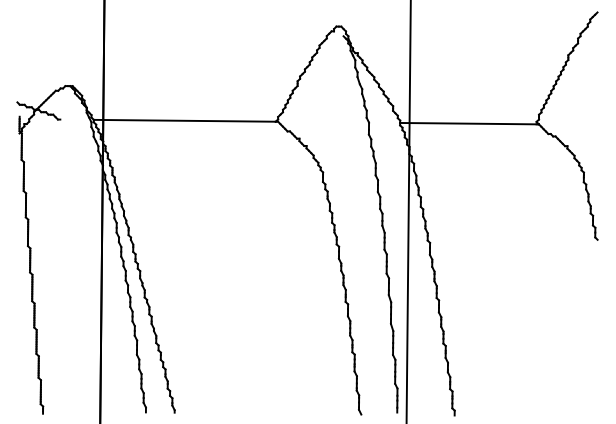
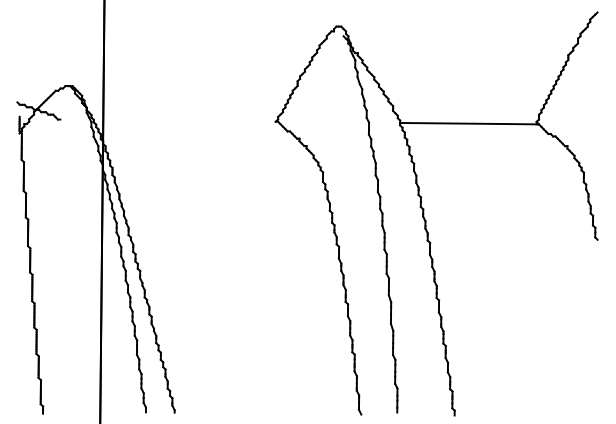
line at (184, 120): present -> none
line at (408, 211): present -> none
